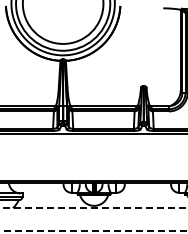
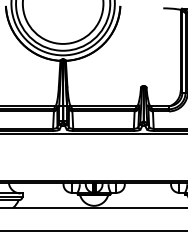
line at (94, 208): dashed -> solid
line at (93, 230): dashed -> solid
